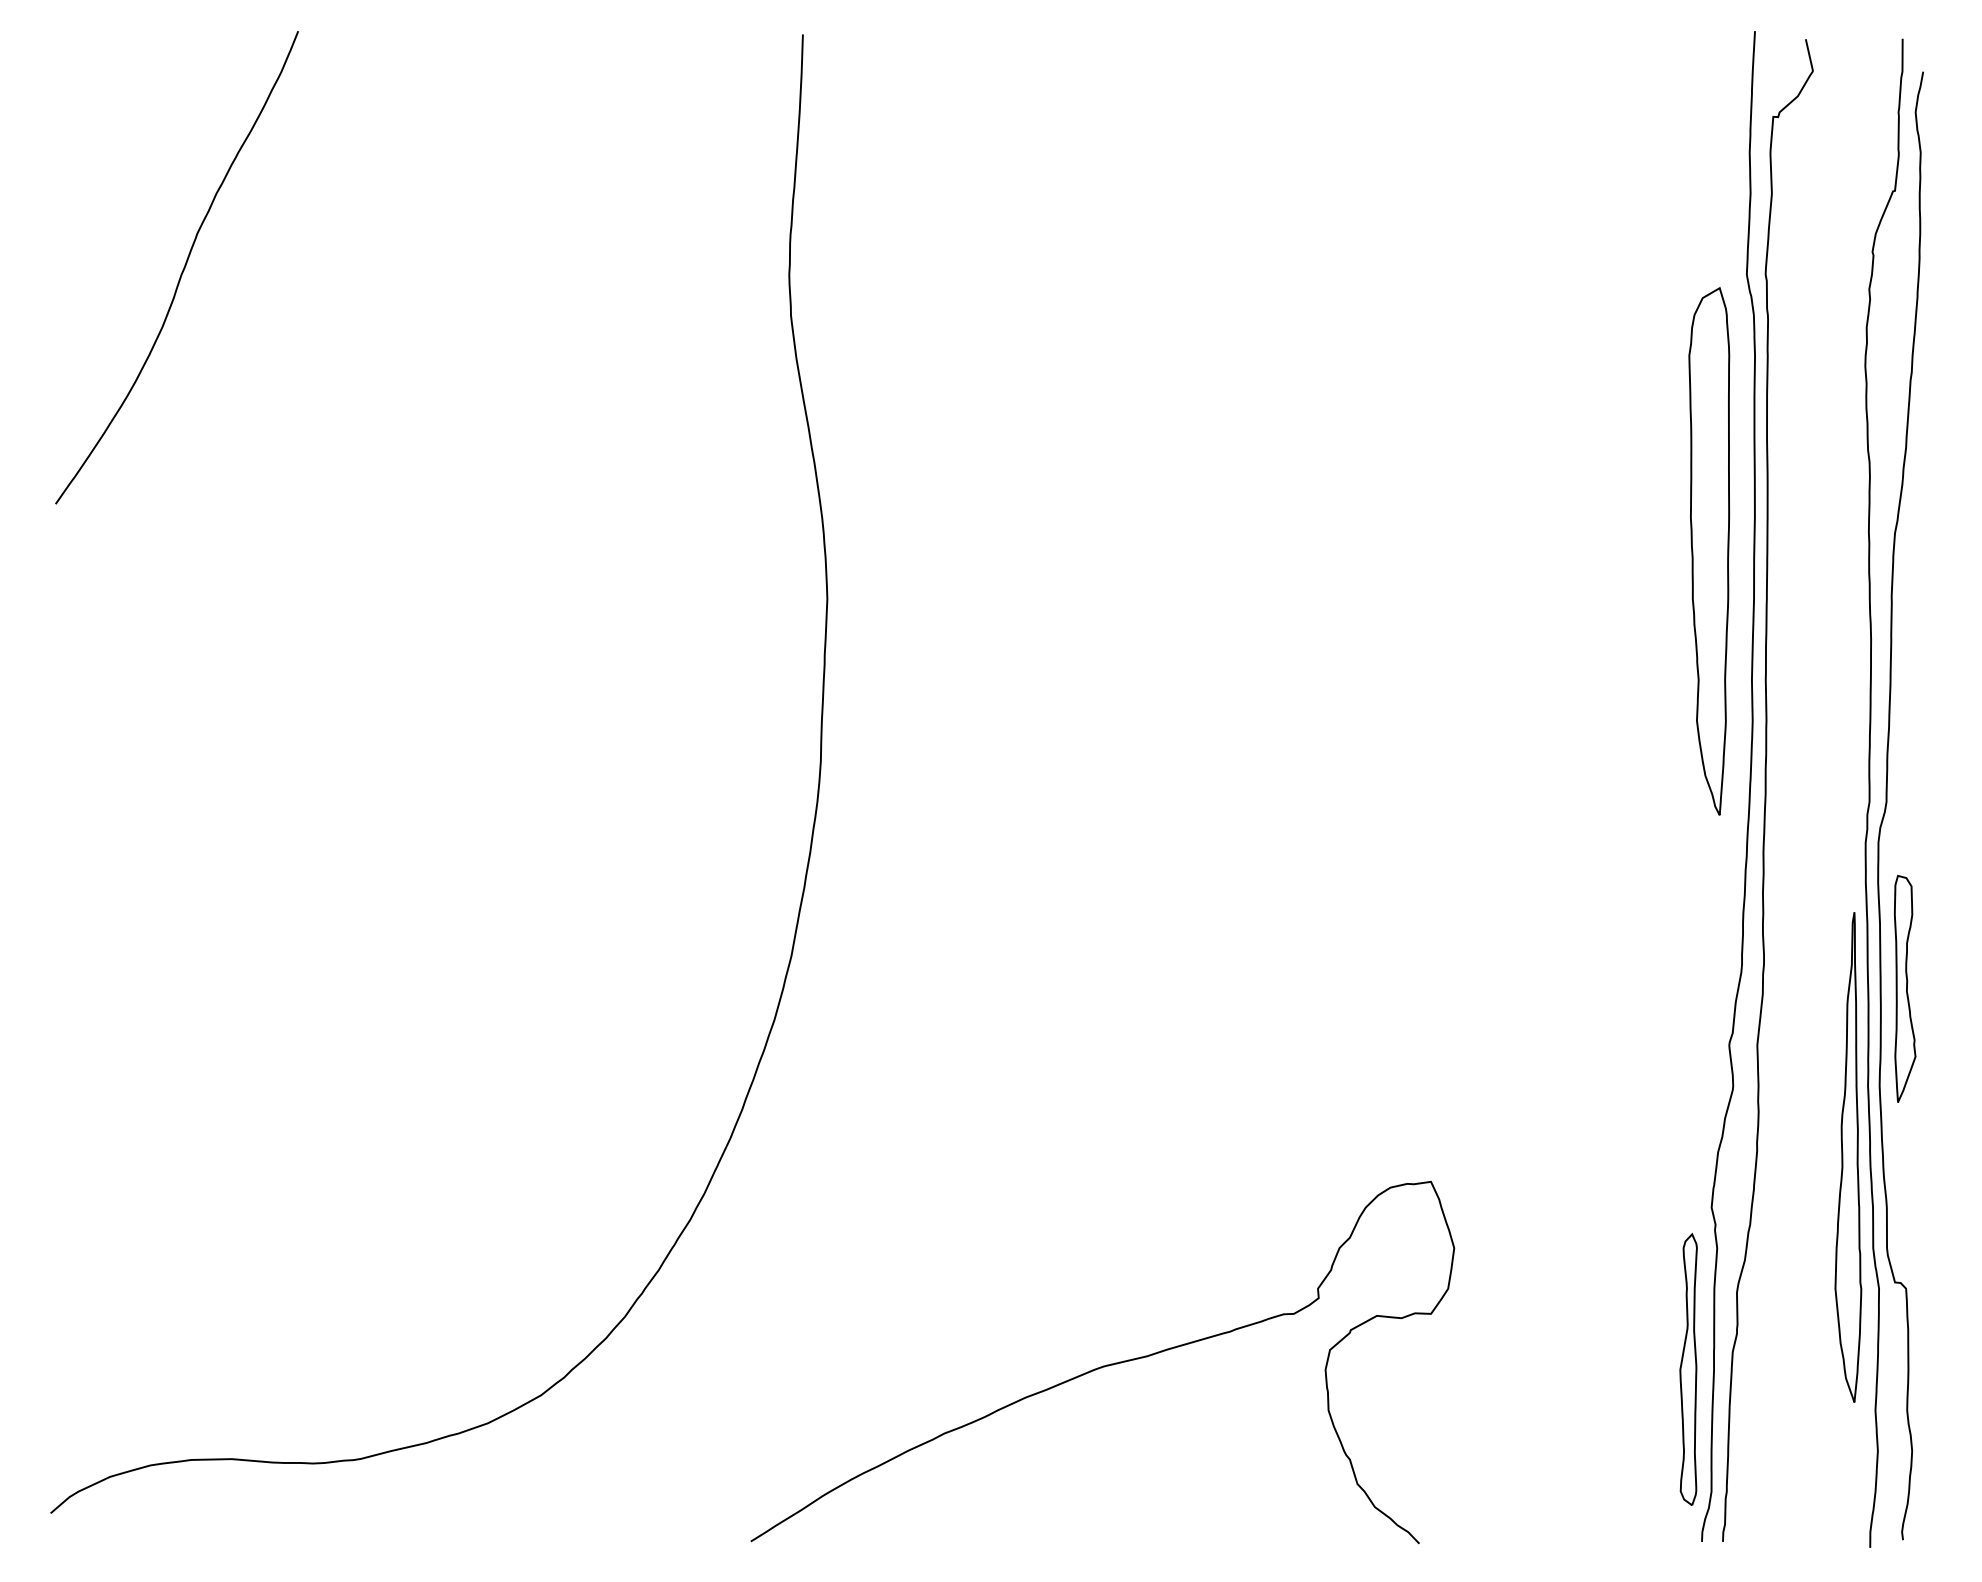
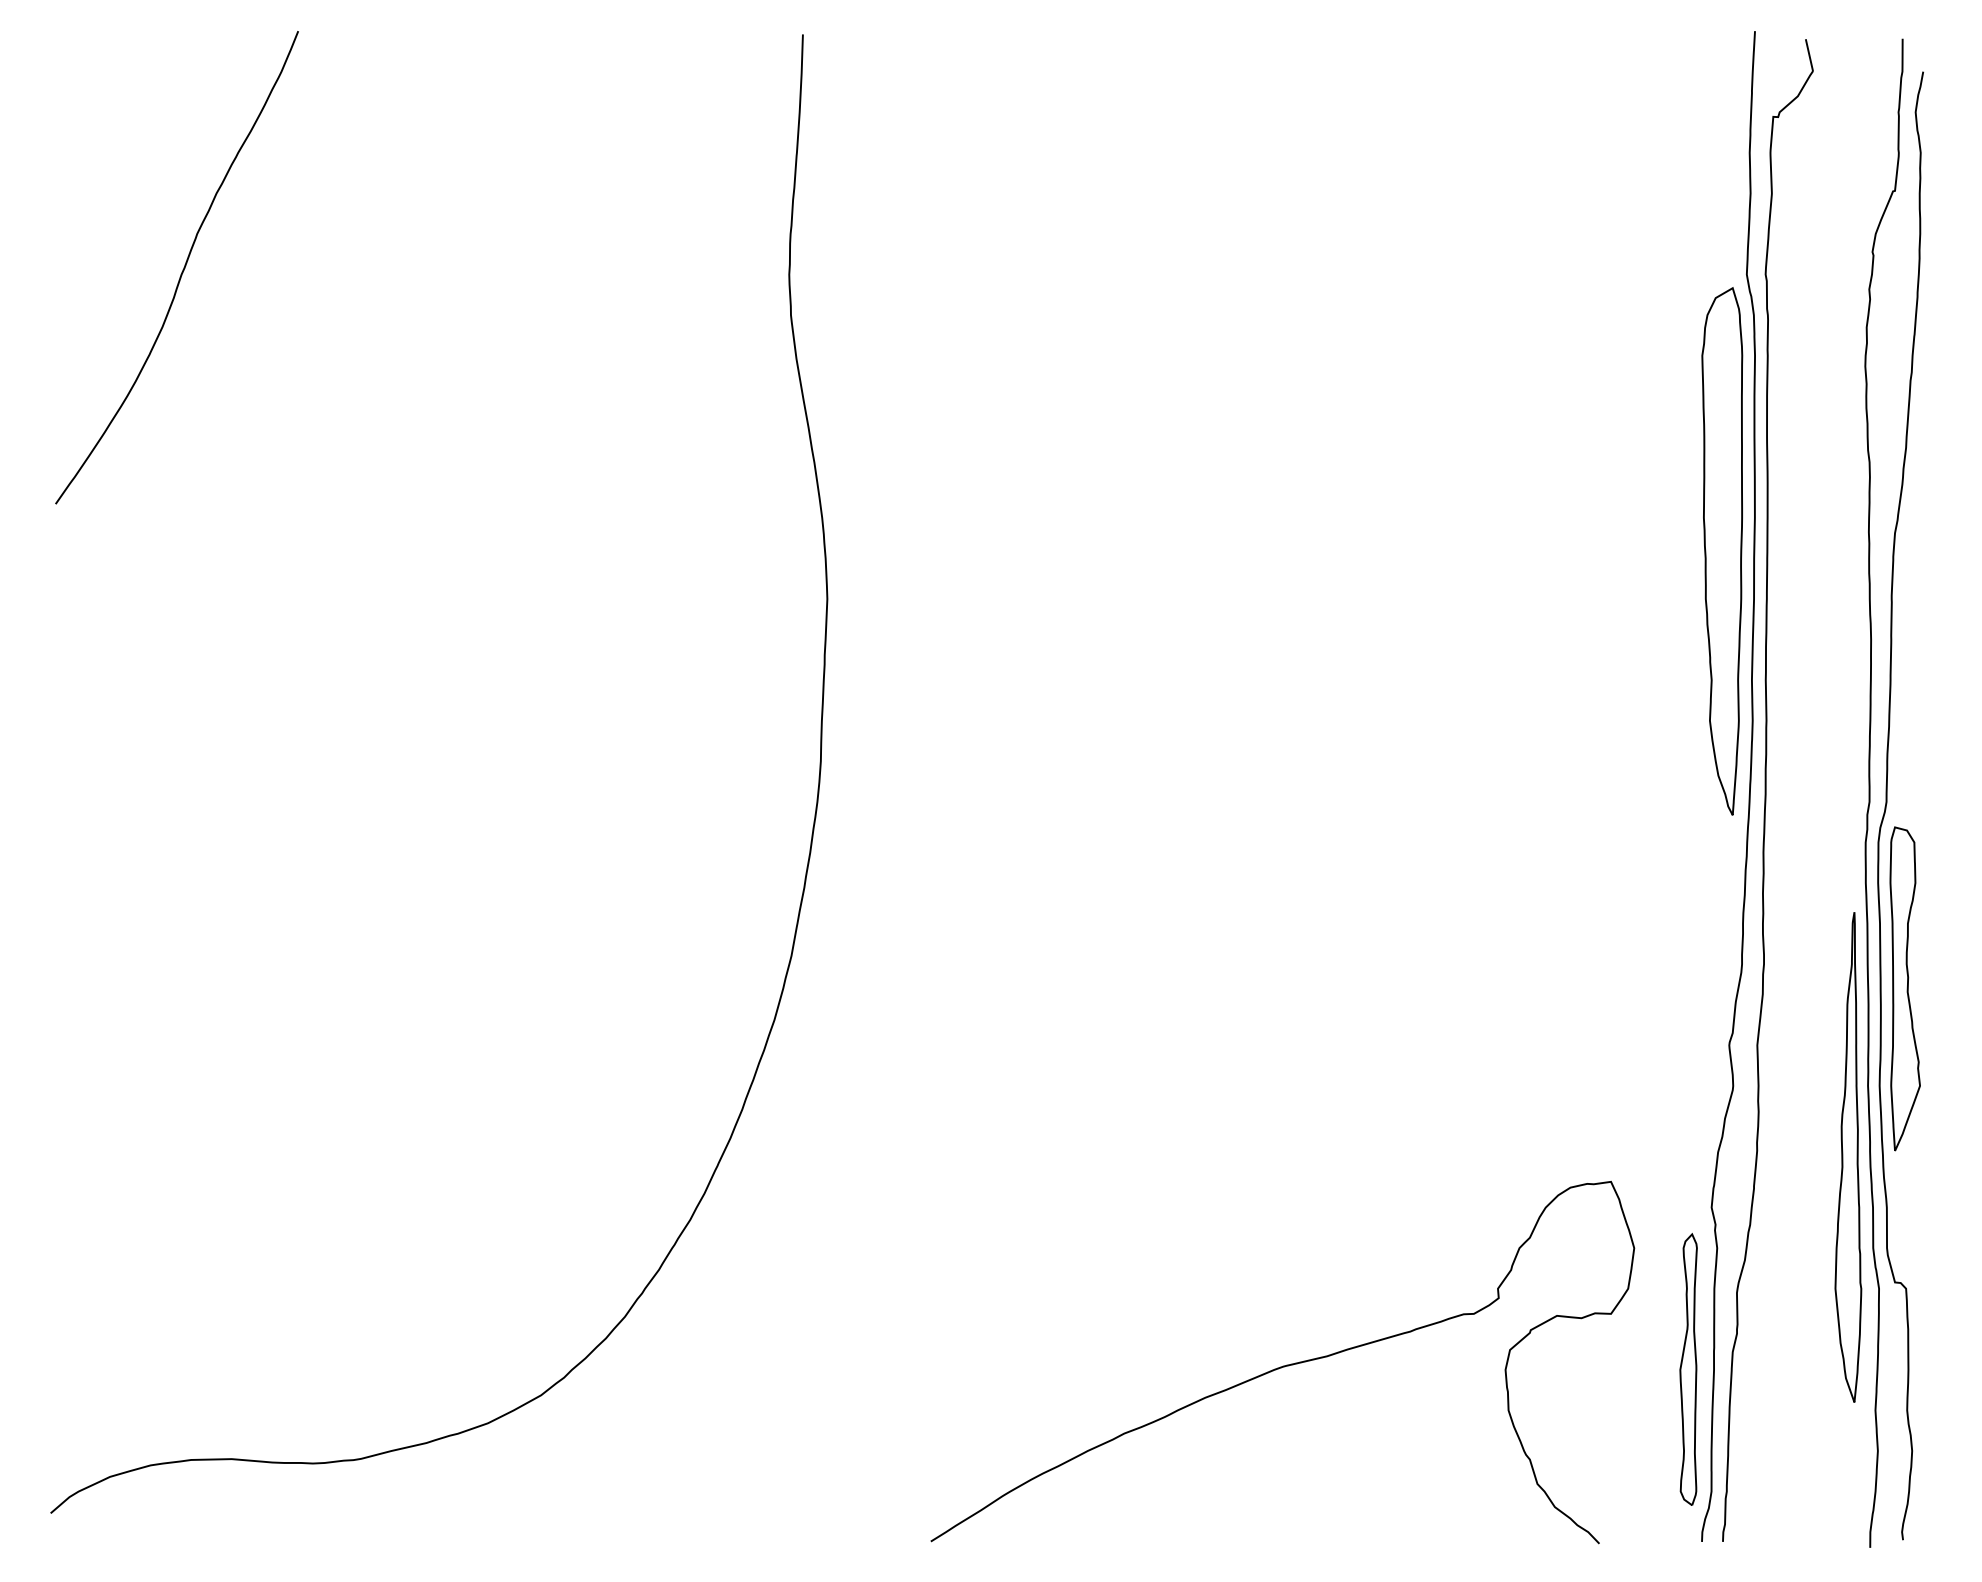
part at (1709, 551) position: (1709, 551) -> (1722, 551)
part at (1905, 988) size: 23x229 px -> 32x326 px
curve at (1103, 1365) position: (1103, 1365) -> (1283, 1365)
